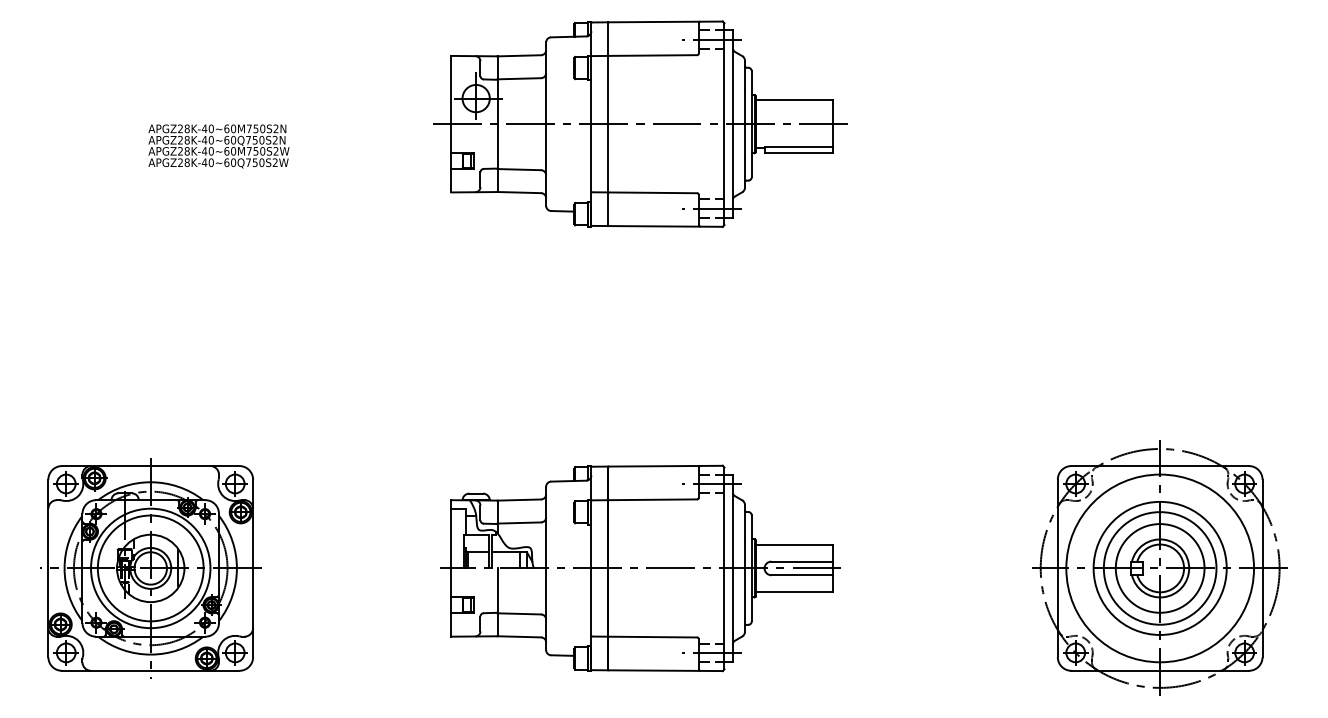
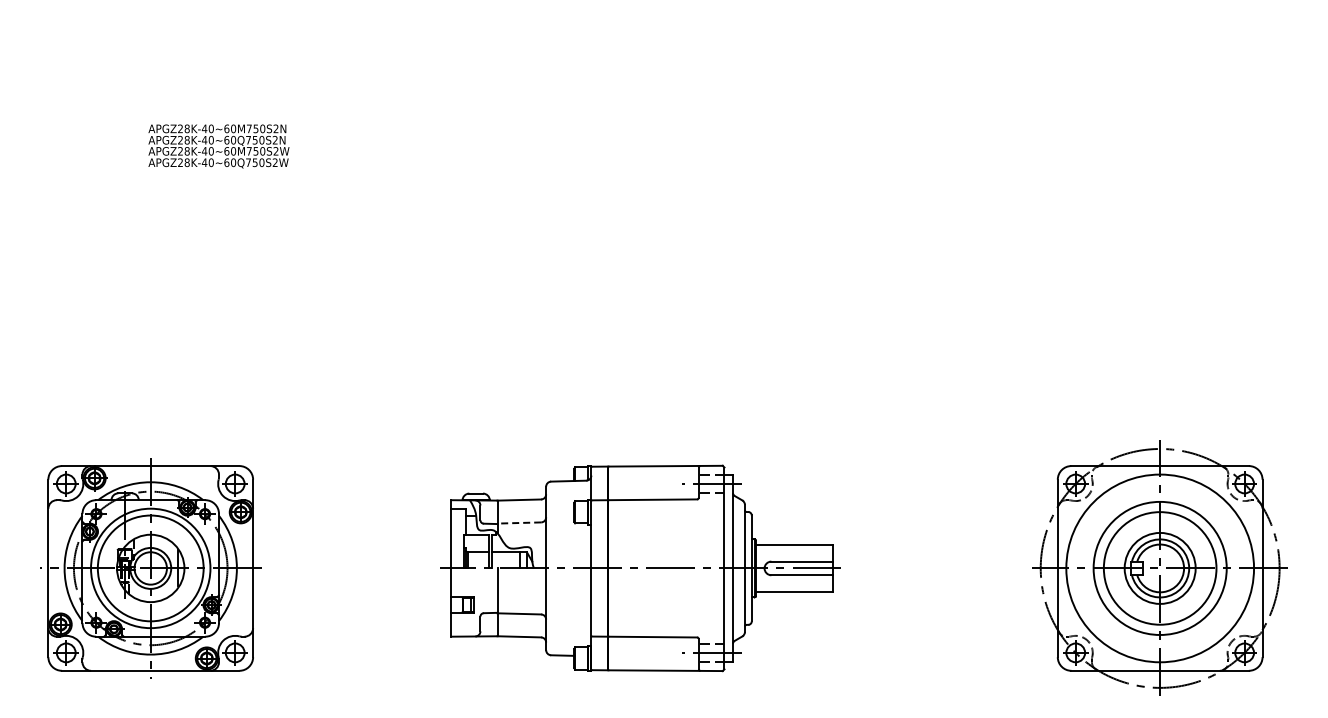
part at (640, 123): present -> none
line at (519, 523): solid -> dashed
circle at (1159, 568) diameter: 89 px -> 71 px
